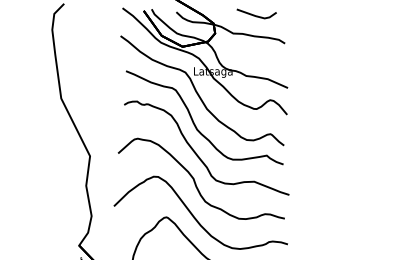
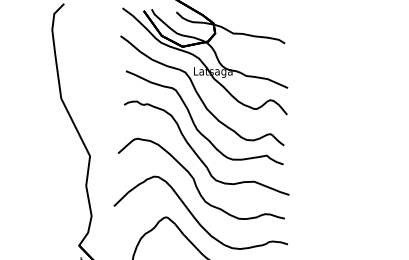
line at (256, 15): present -> none
